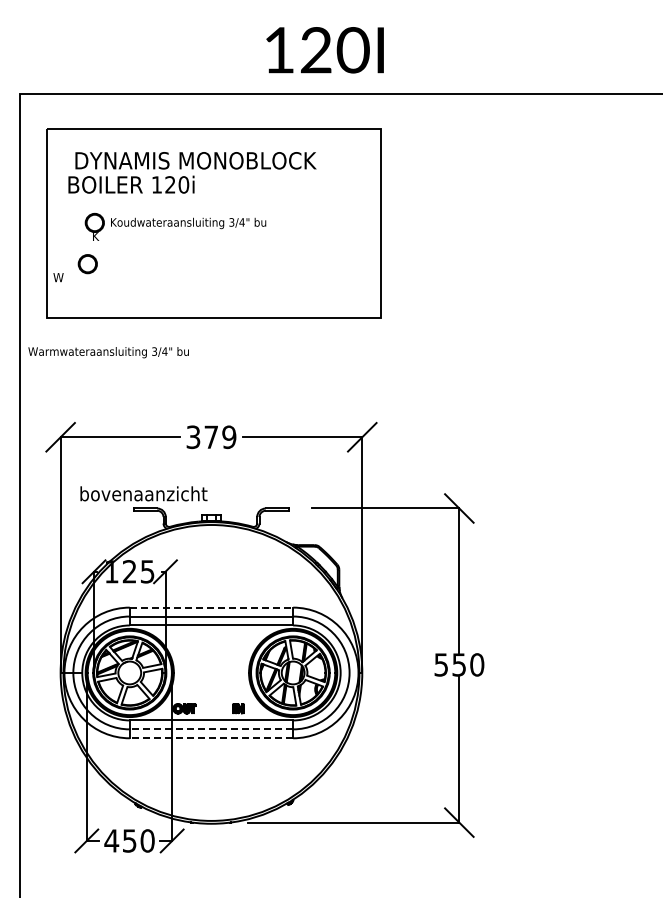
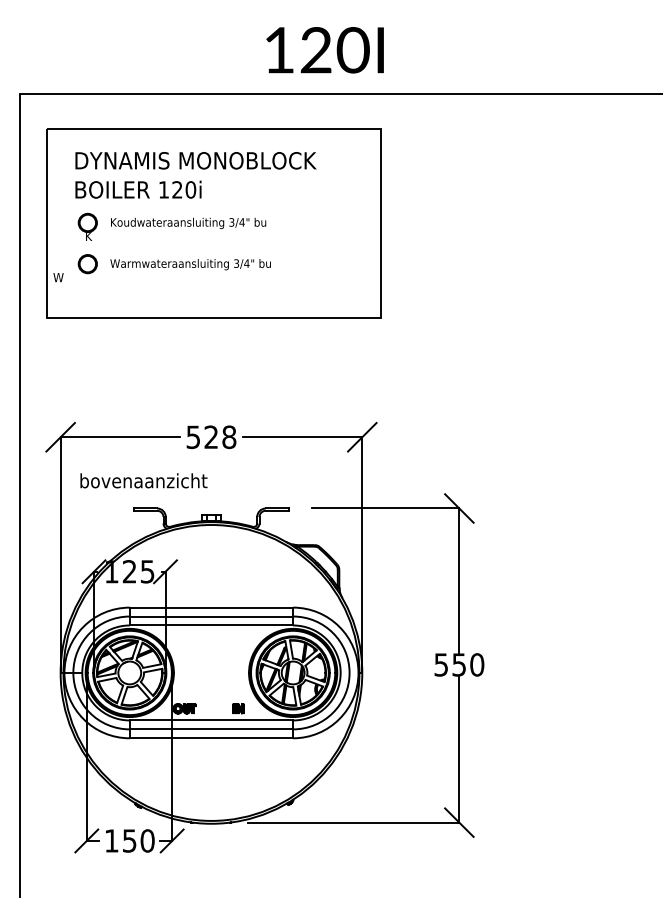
text at (131, 184) position: (131, 184) -> (138, 189)
part at (94, 226) position: (94, 226) -> (87, 226)
text at (108, 352) position: (108, 352) -> (190, 264)
text at (211, 437): 379 -> 528
text at (143, 493) position: (143, 493) -> (143, 480)
line at (211, 607): dashed -> solid
line at (211, 729): dashed -> solid
line at (211, 738): dashed -> solid
text at (111, 840): 450 -> 150
